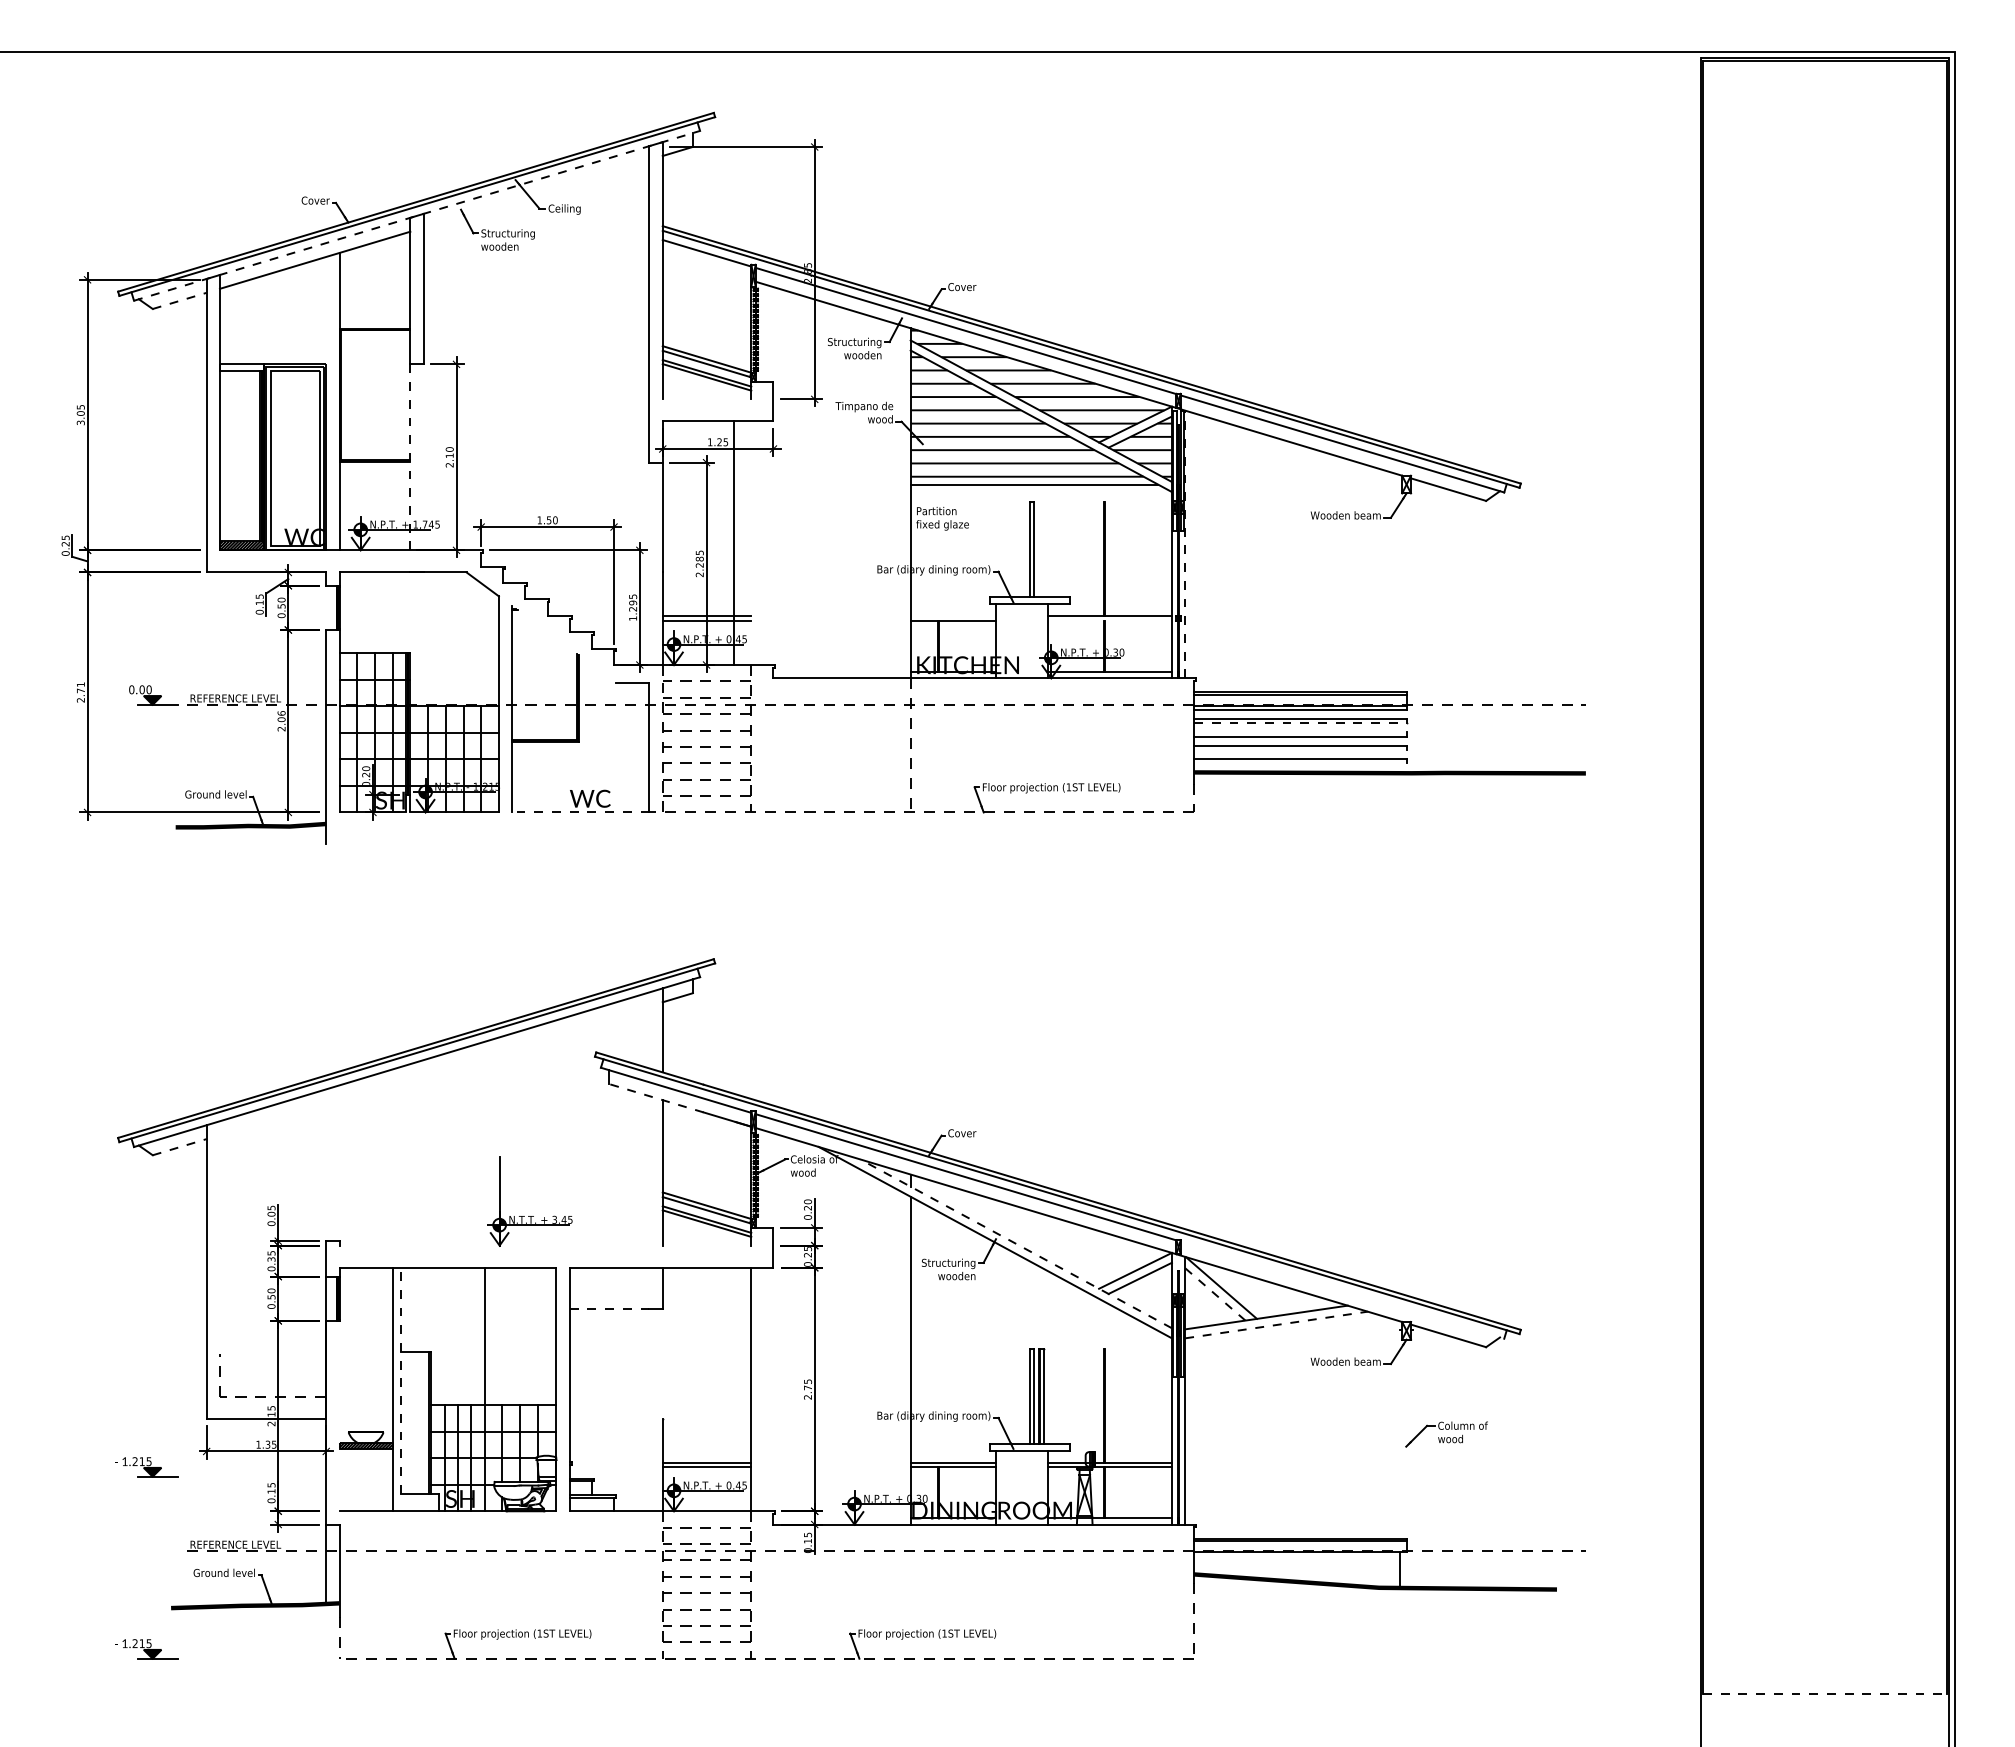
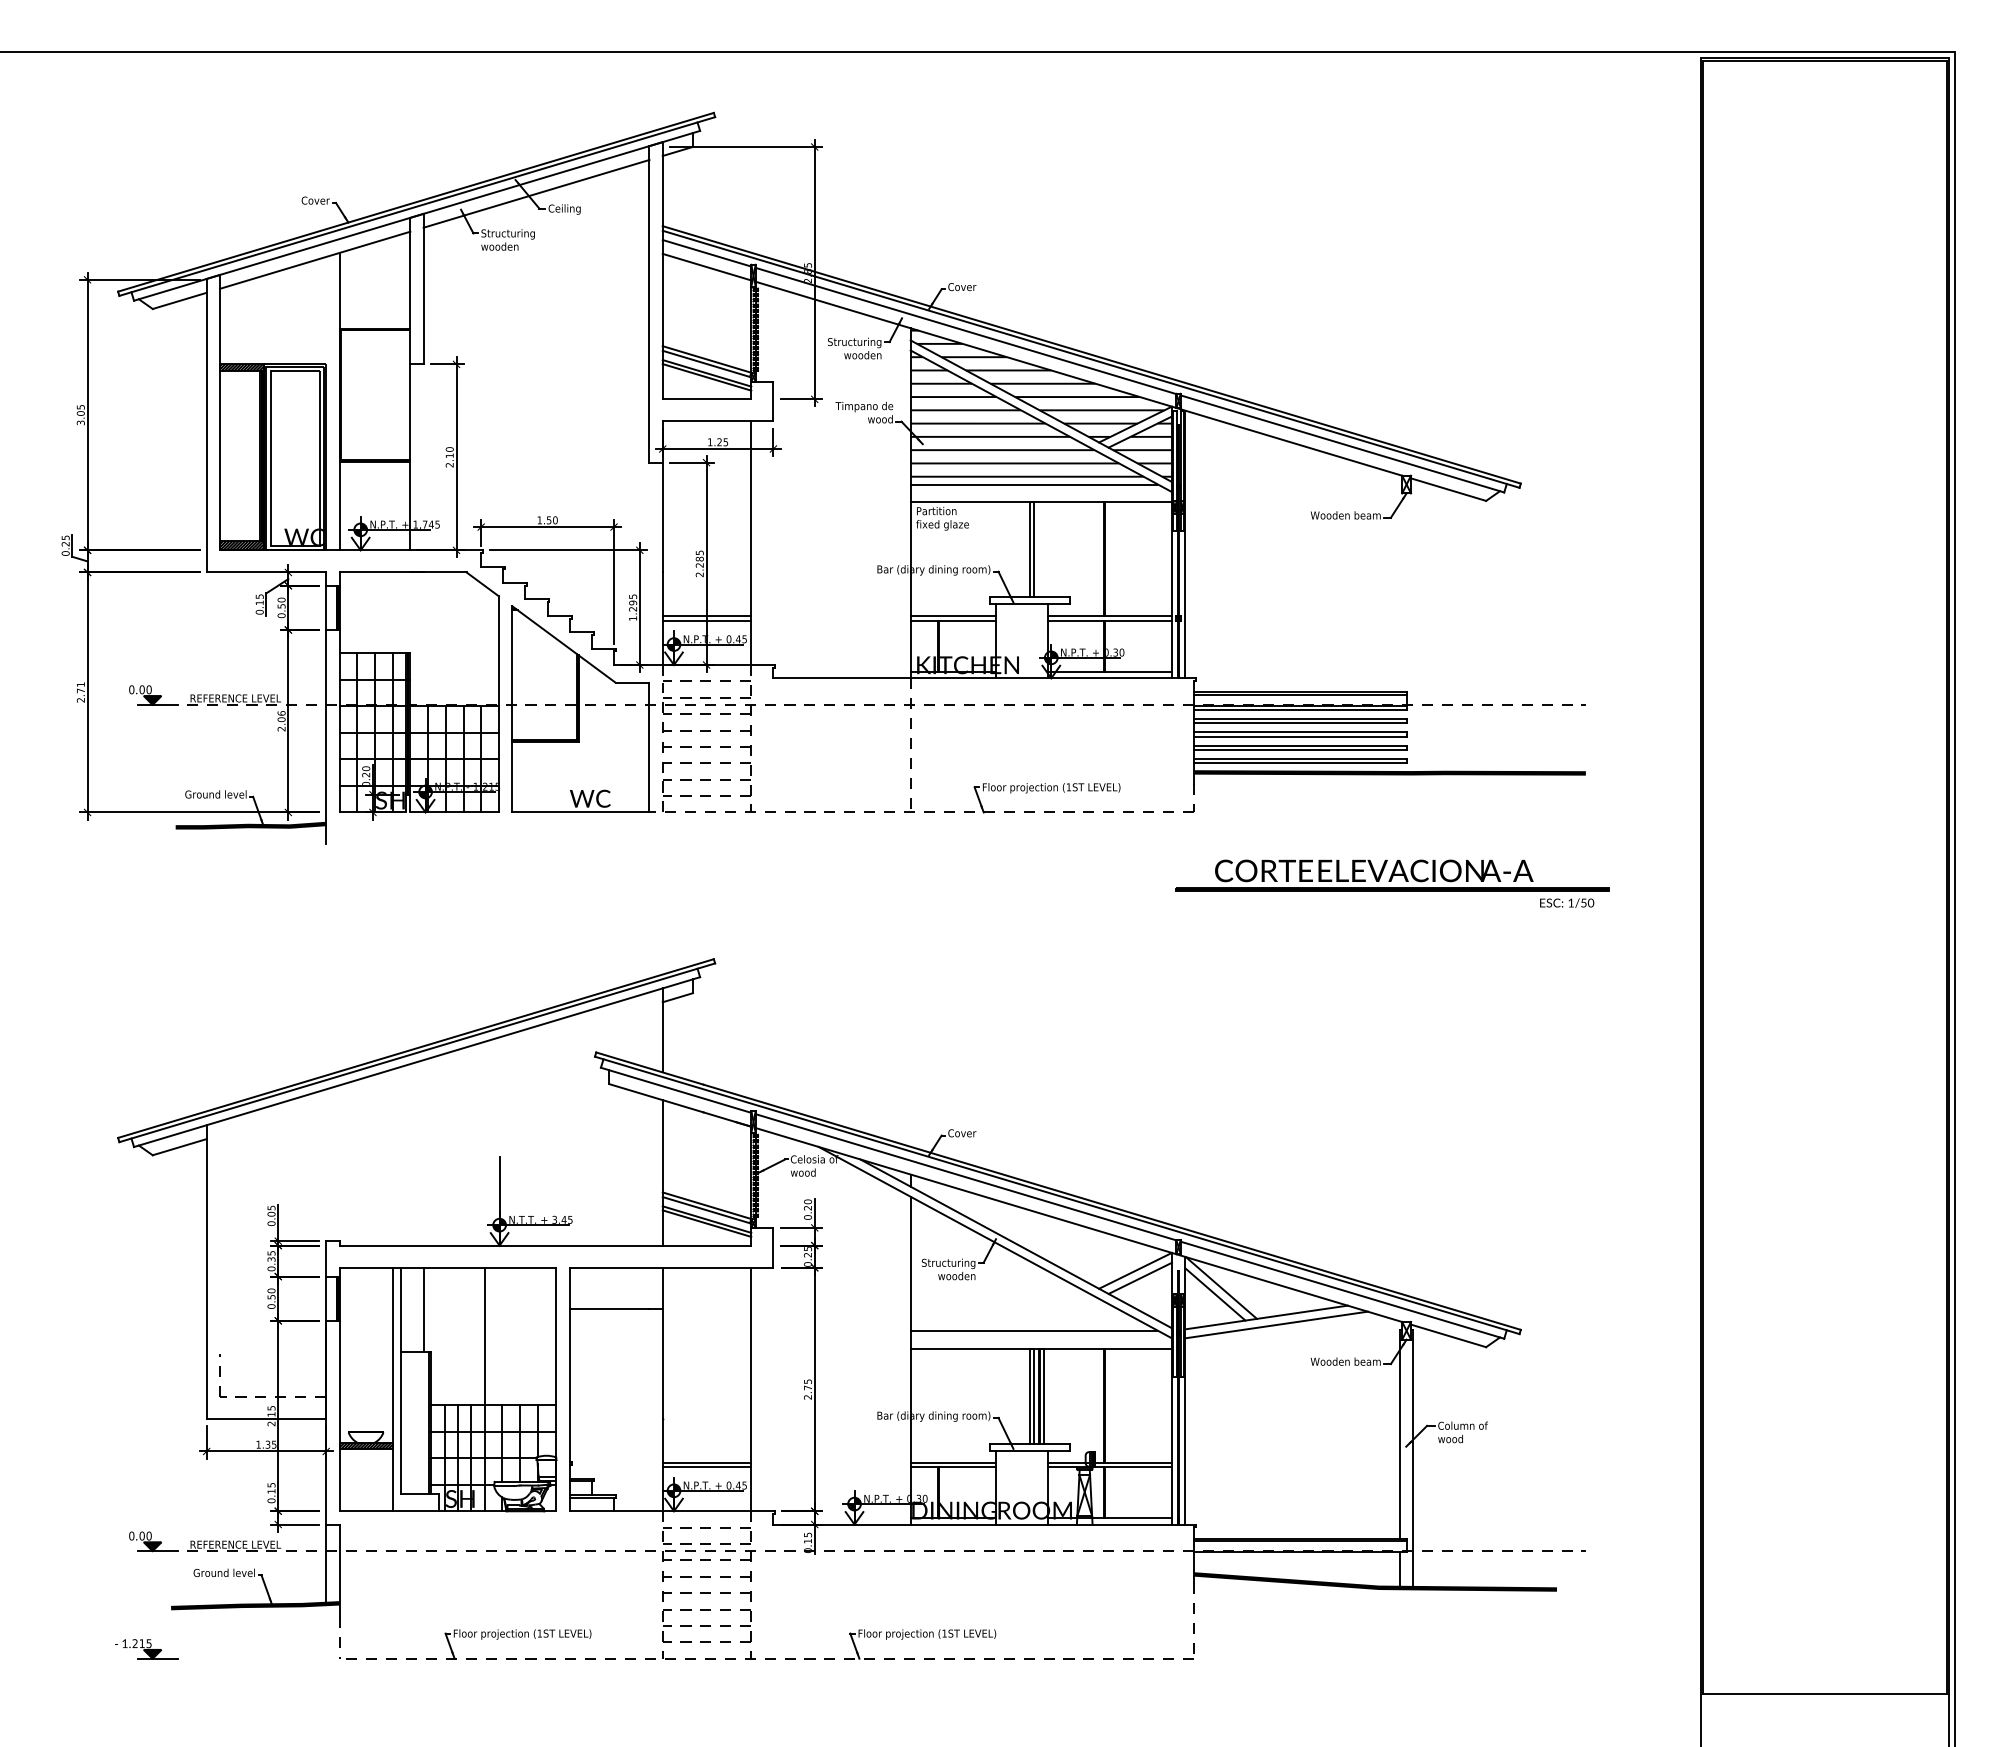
line at (536, 193): none -> present
line at (417, 215): dashed -> solid
line at (706, 266): none -> present
line at (180, 300): dashed -> solid
hatch at (241, 367): none -> present
line at (706, 399): none -> present
line at (410, 457): dashed -> solid
line at (1040, 502): none -> present
line at (734, 543) position: (734, 543) -> (751, 543)
line at (1185, 544): dashed -> solid
line at (326, 607): none -> present
line at (952, 616): none -> present
line at (1109, 620): none -> present
line at (563, 644): none -> present
line at (1300, 723): dashed -> solid
line at (1300, 732): none -> present
line at (1300, 750): none -> present
line at (1300, 763): none -> present
line at (580, 812): dashed -> solid
part at (1392, 883): none -> present
line at (656, 1098): dashed -> solid
line at (180, 1147): dashed -> solid
line at (1015, 1243): dashed -> solid
line at (545, 1245): none -> present
line at (1342, 1289): none -> present
line at (1215, 1294): dashed -> solid
line at (609, 1308): dashed -> solid
line at (423, 1309): none -> present
line at (1277, 1324): dashed -> solid
line at (1034, 1330): none -> present
line at (1040, 1348): none -> present
line at (662, 1363): none -> present
line at (401, 1380): dashed -> solid
line at (339, 1415): none -> present
line at (1399, 1433): none -> present
line at (1413, 1458): none -> present
part at (146, 1467): present -> none
part at (153, 1541): none -> present
line at (1825, 1693): dashed -> solid
